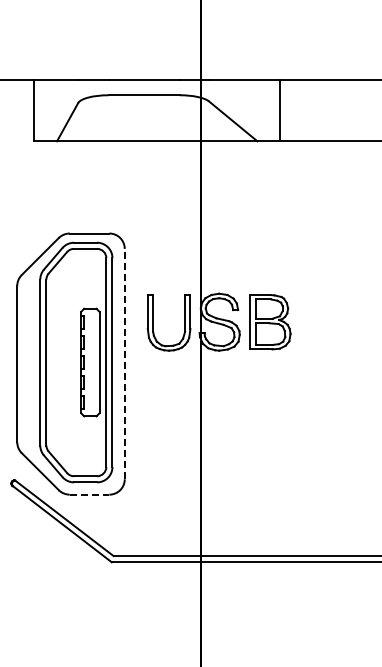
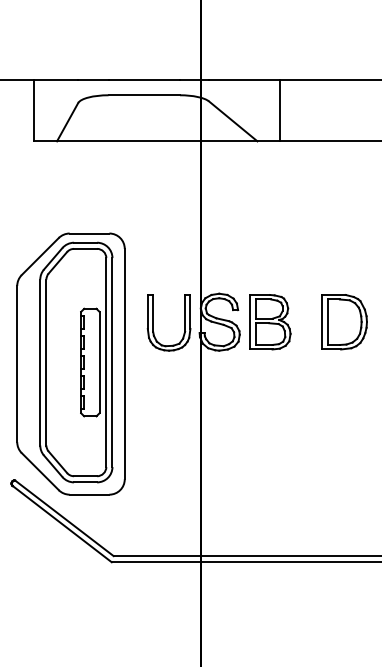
part at (344, 322): none -> present
line at (124, 363): dashed -> solid
line at (89, 494): dashed -> solid
